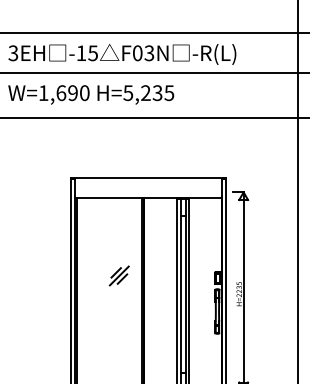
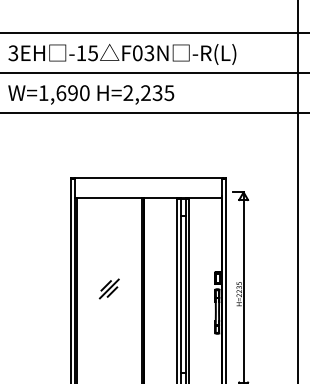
text at (128, 93): H=5,235 -> H=2,235
line at (154, 118) position: (154, 118) -> (154, 113)
part at (118, 275) position: (118, 275) -> (108, 288)
